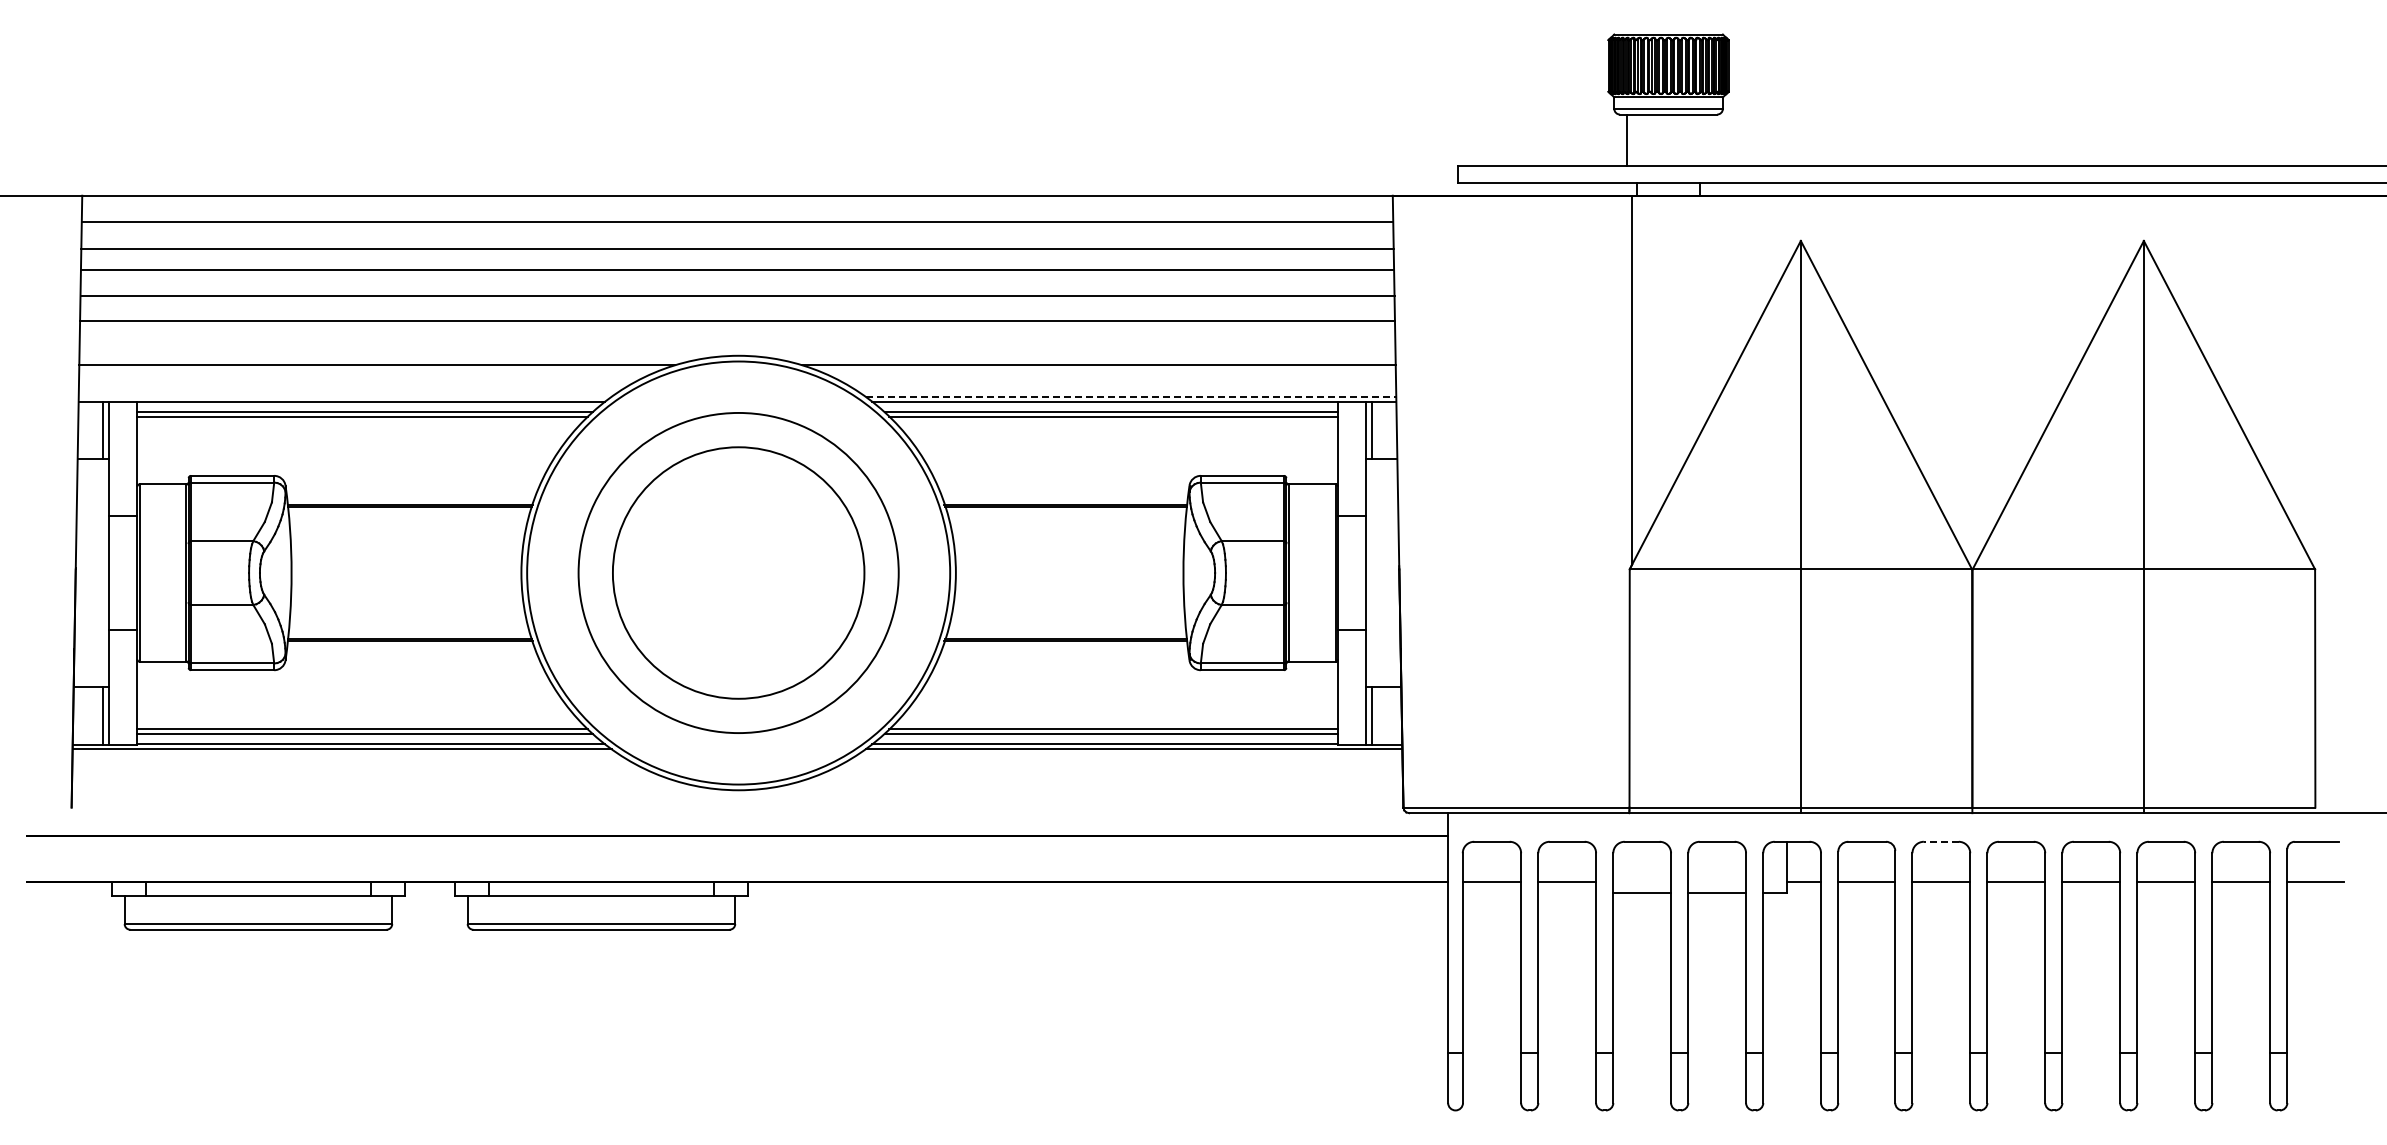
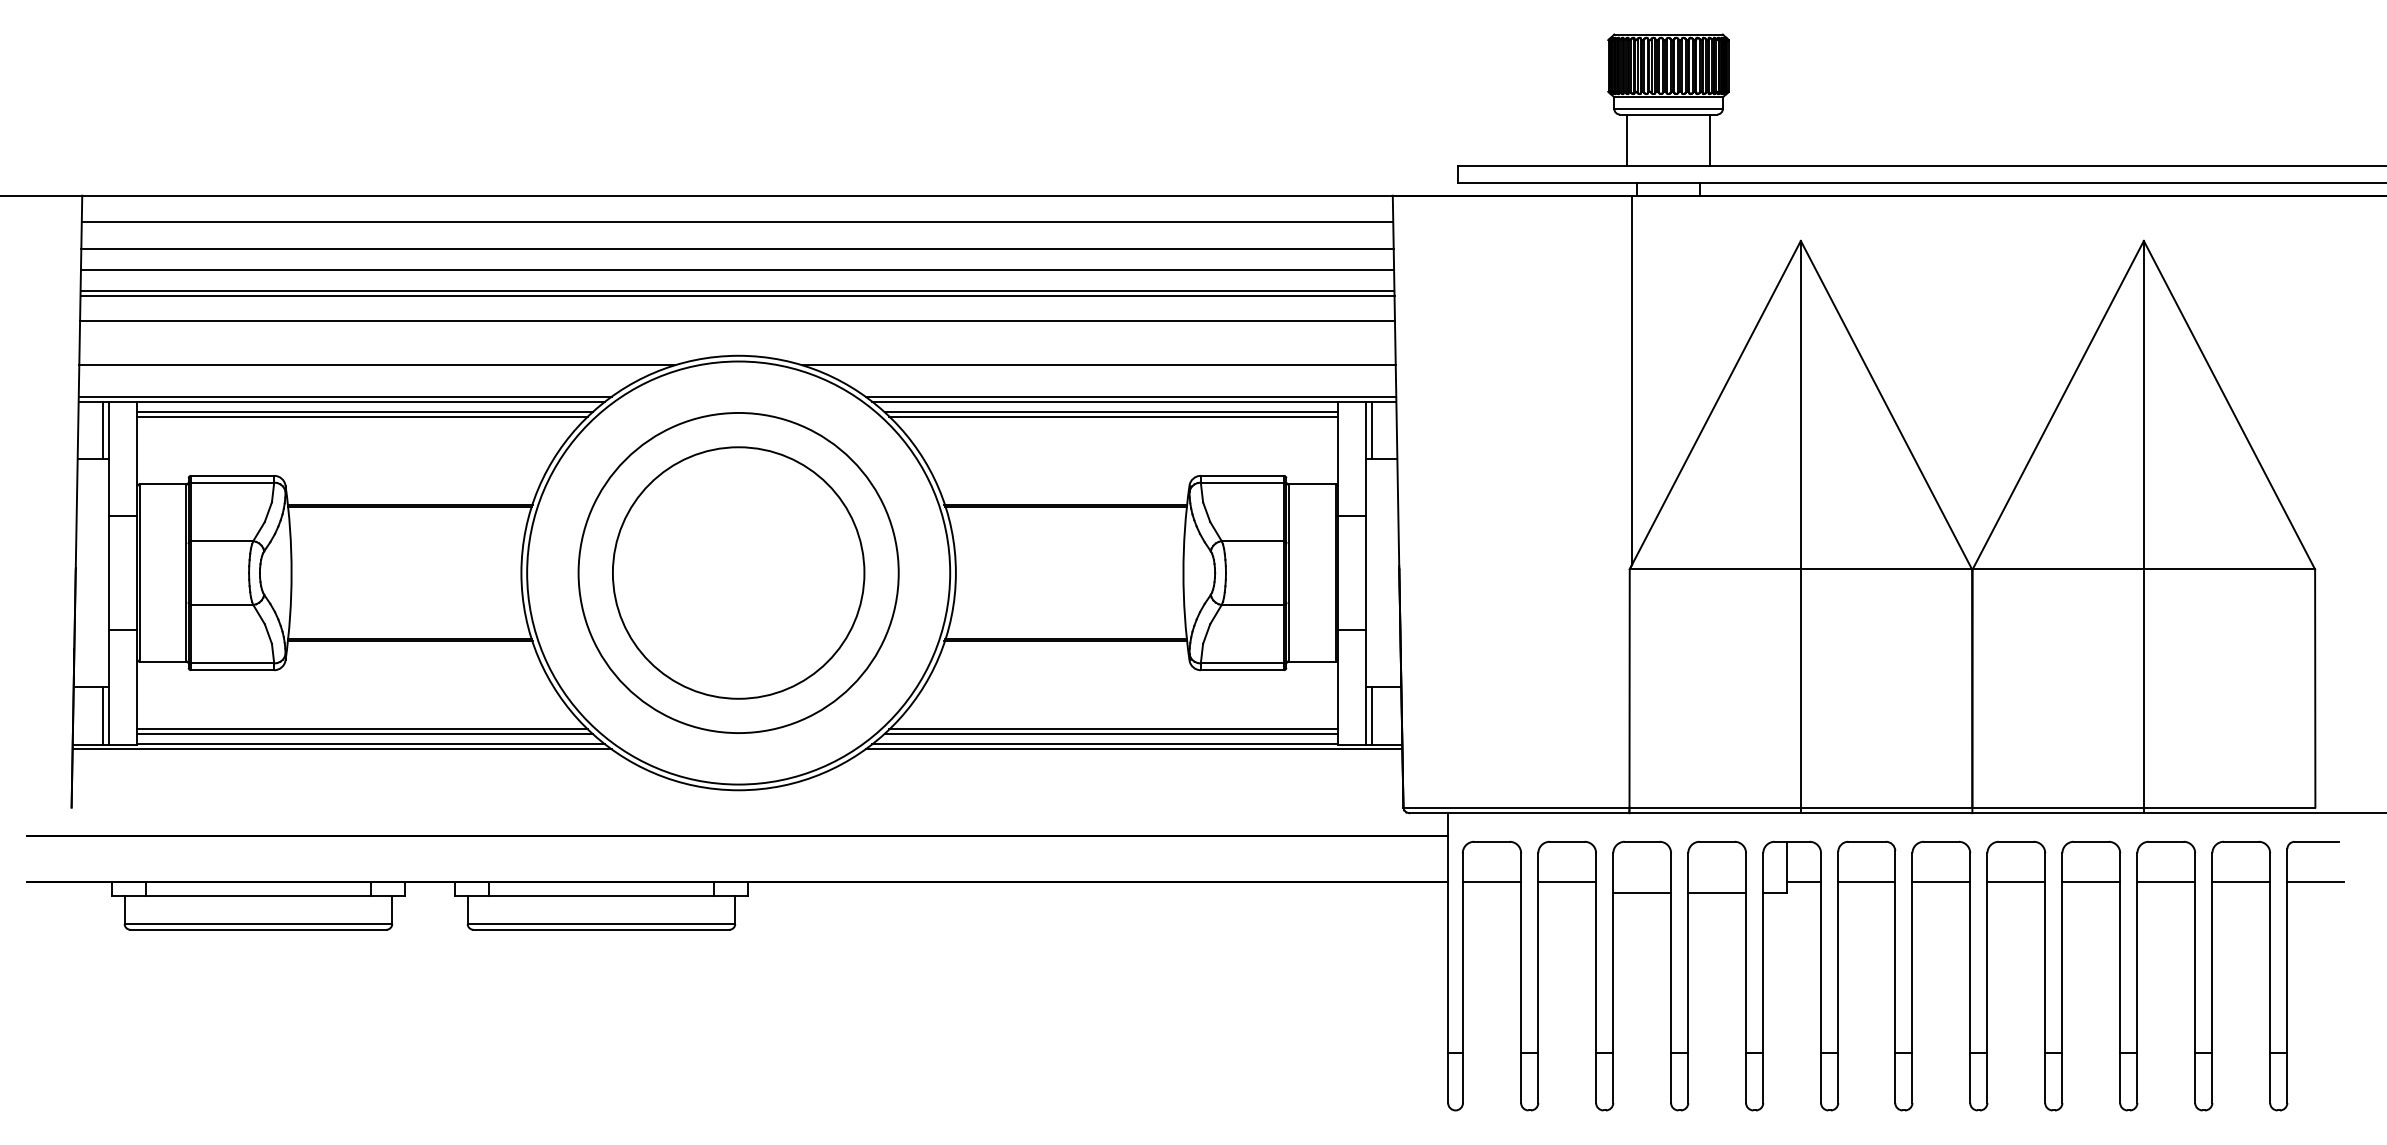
line at (1709, 140): none -> present
line at (737, 290): none -> present
line at (344, 397): none -> present
line at (1131, 397): dashed -> solid
line at (1940, 841): dashed -> solid
